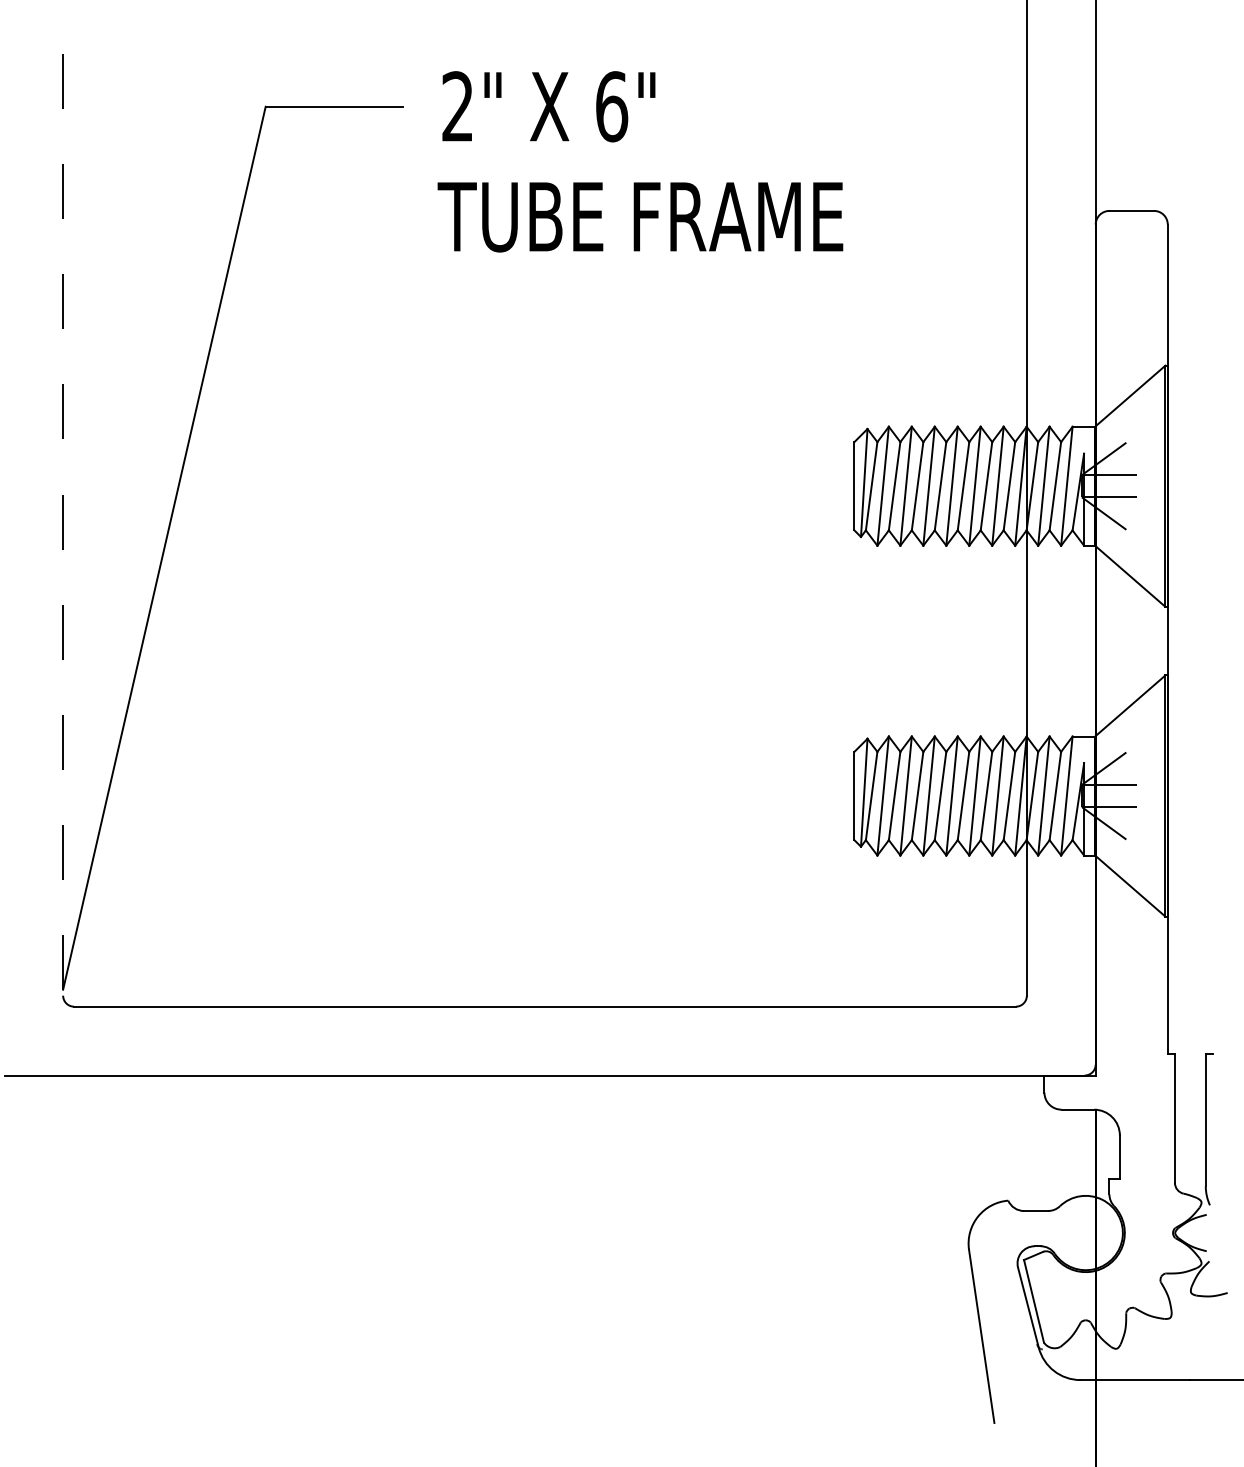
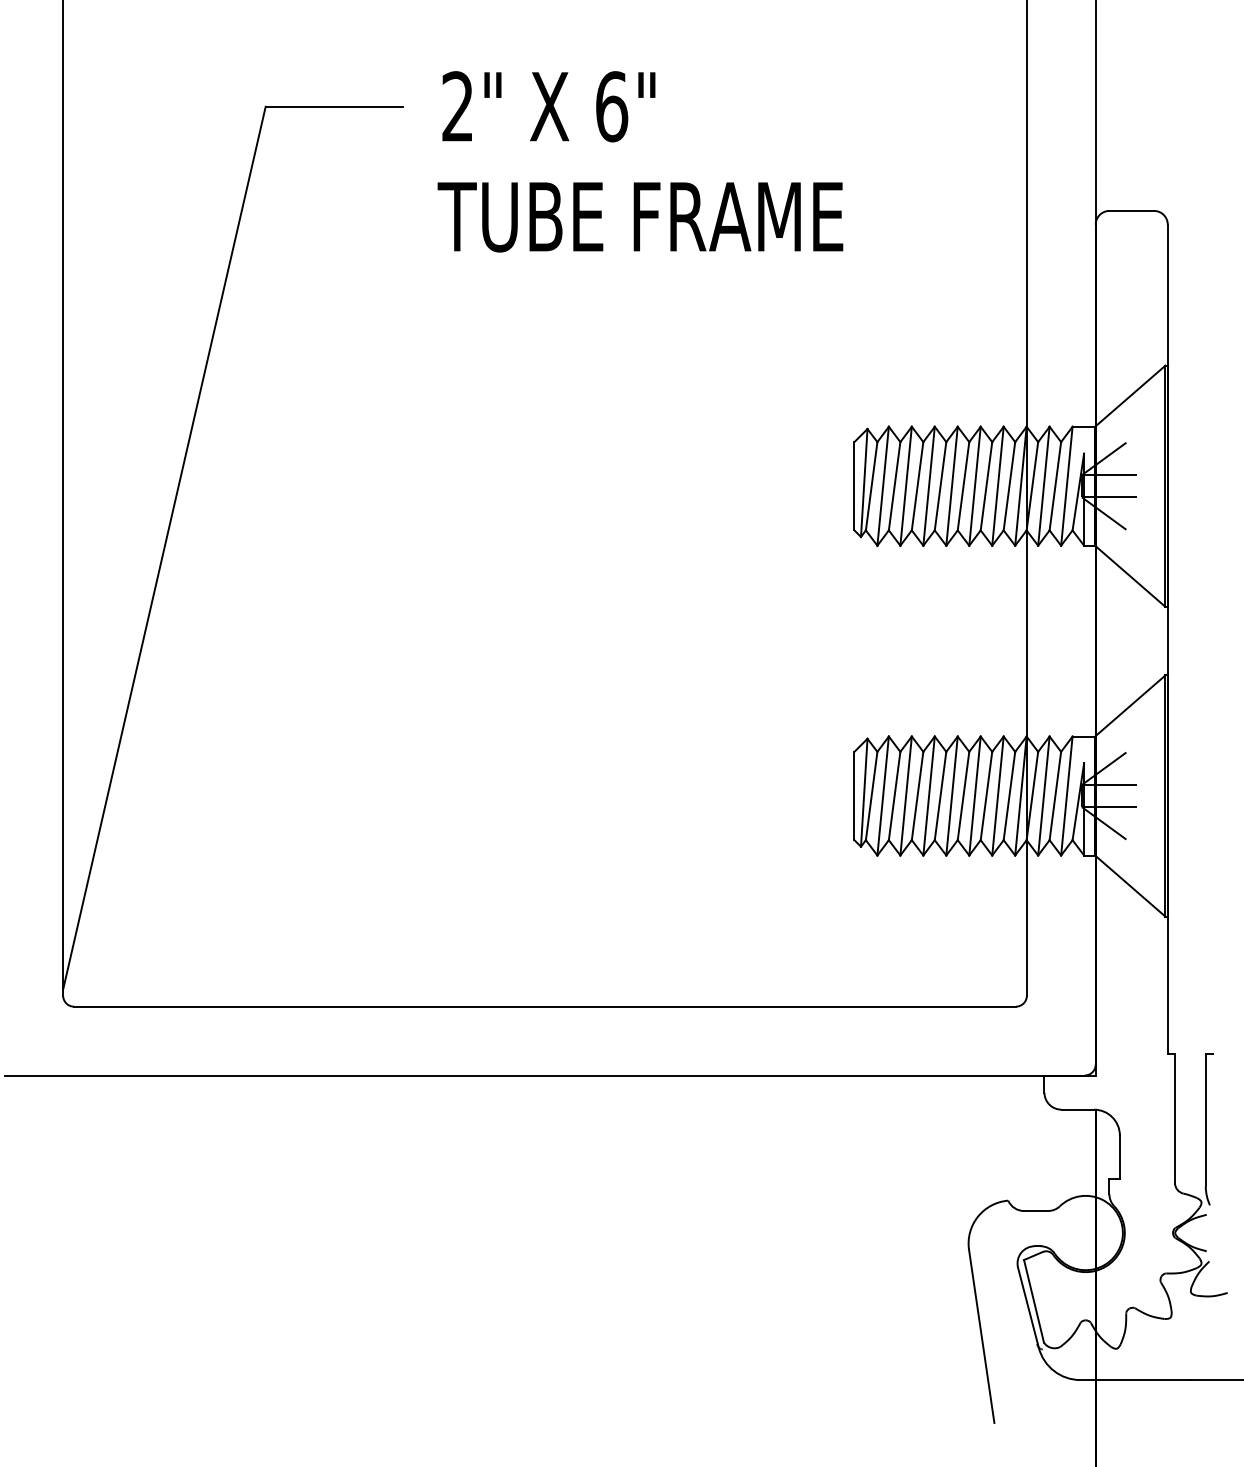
line at (63, 498): dashed -> solid
